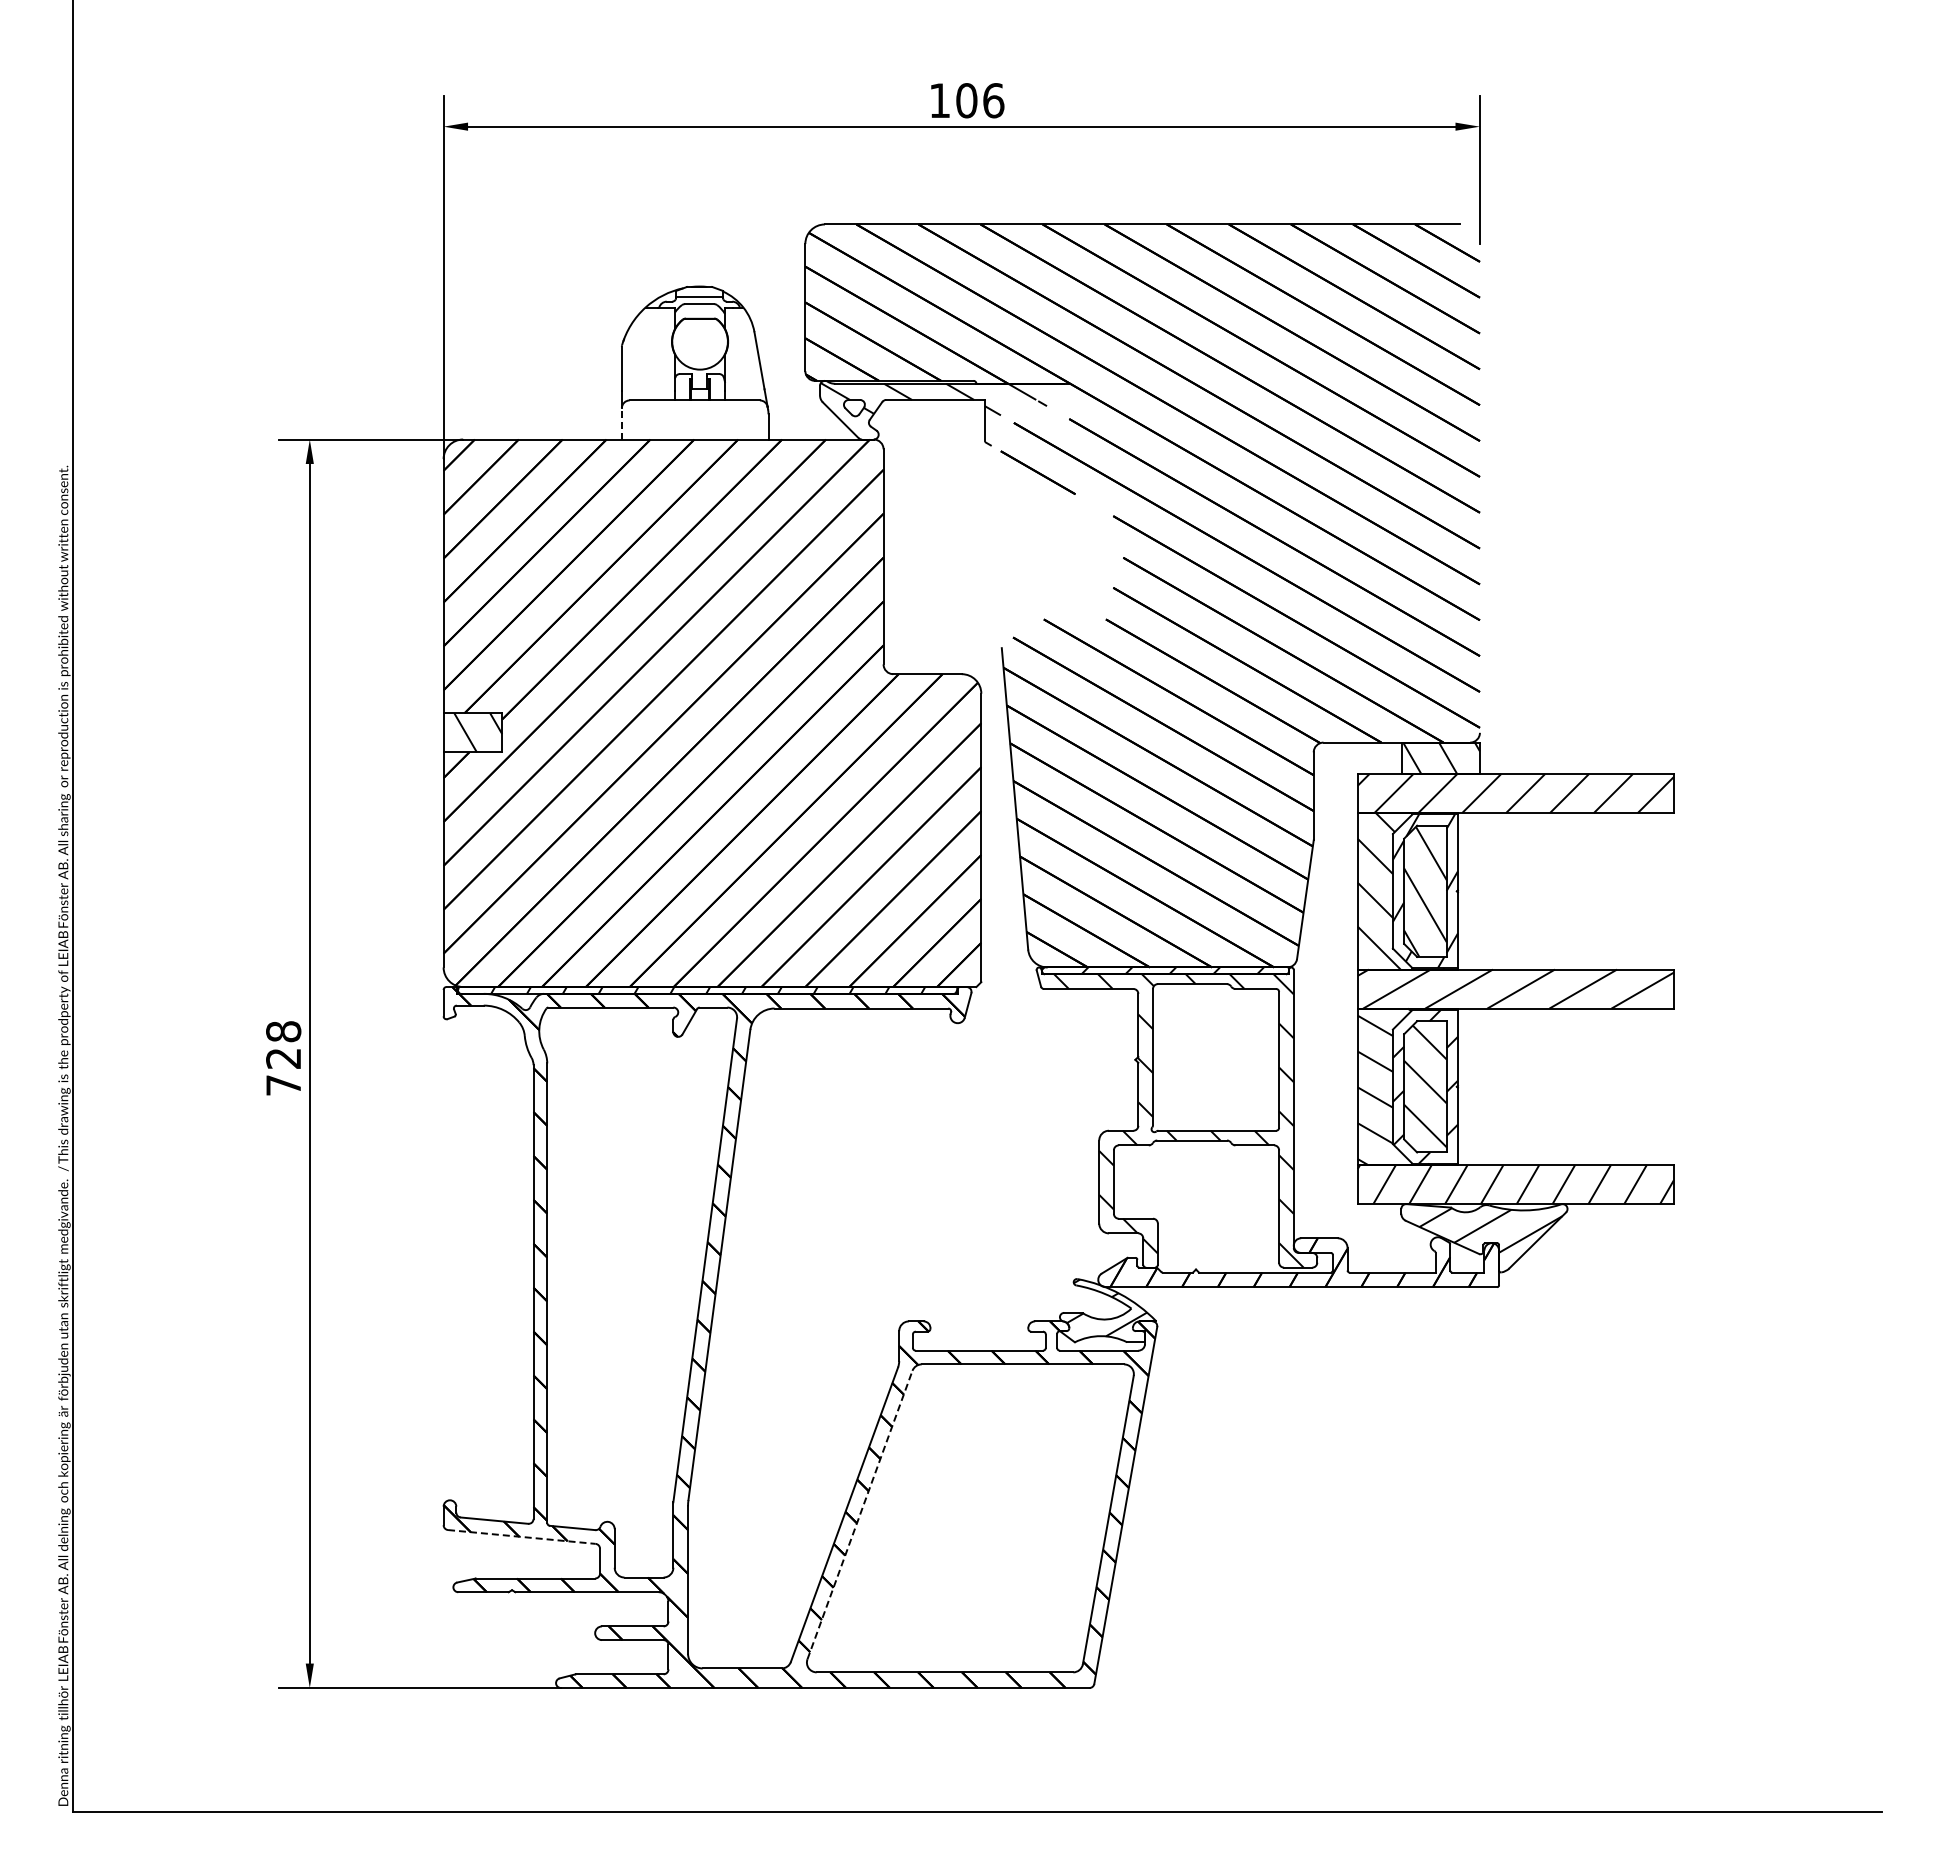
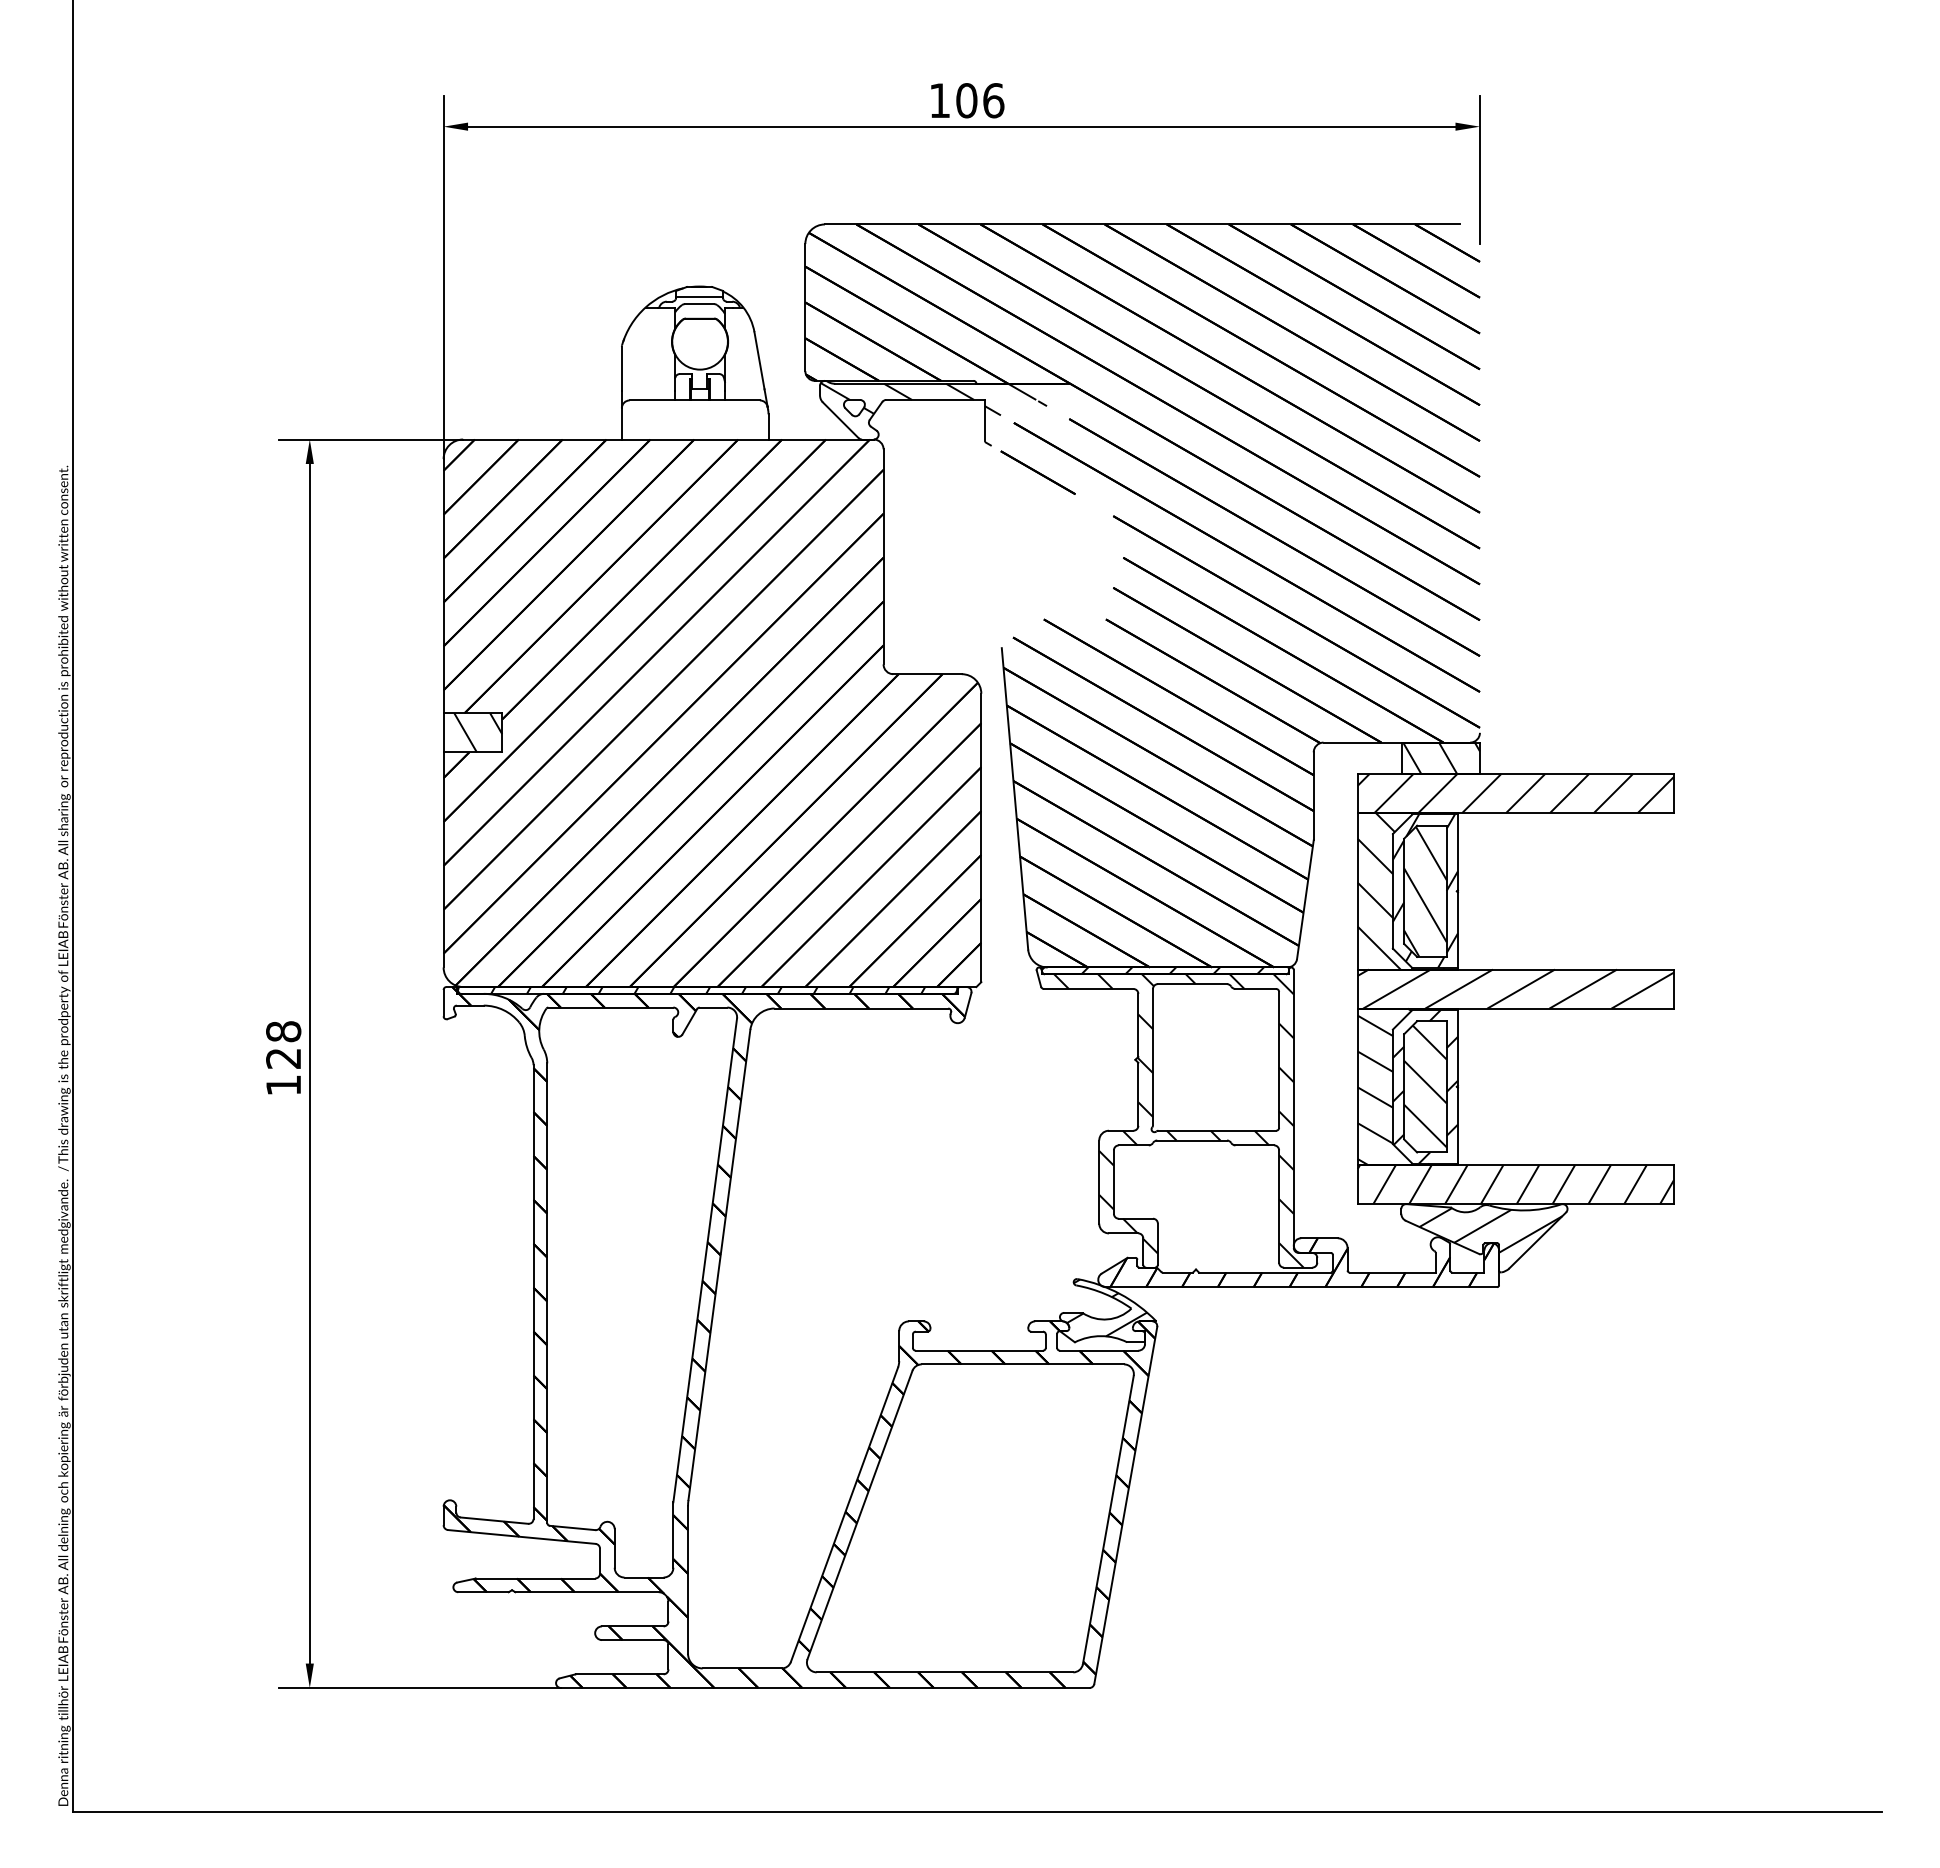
line at (621, 423): dashed -> solid
text at (283, 1085): 728 -> 128
line at (860, 1514): dashed -> solid
line at (522, 1537): dashed -> solid
